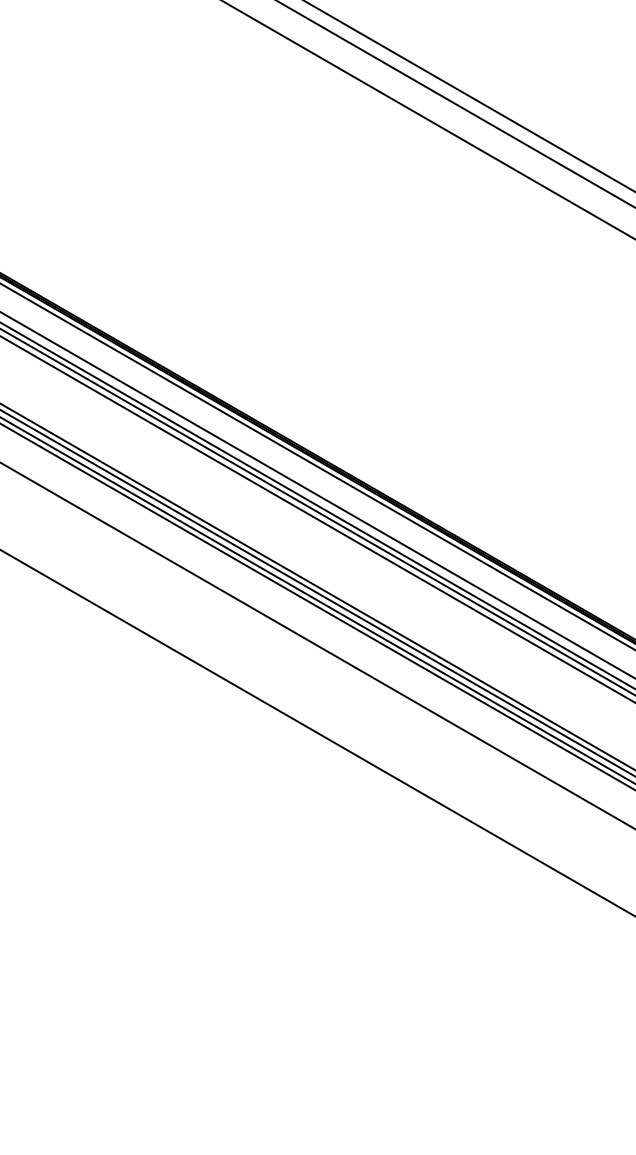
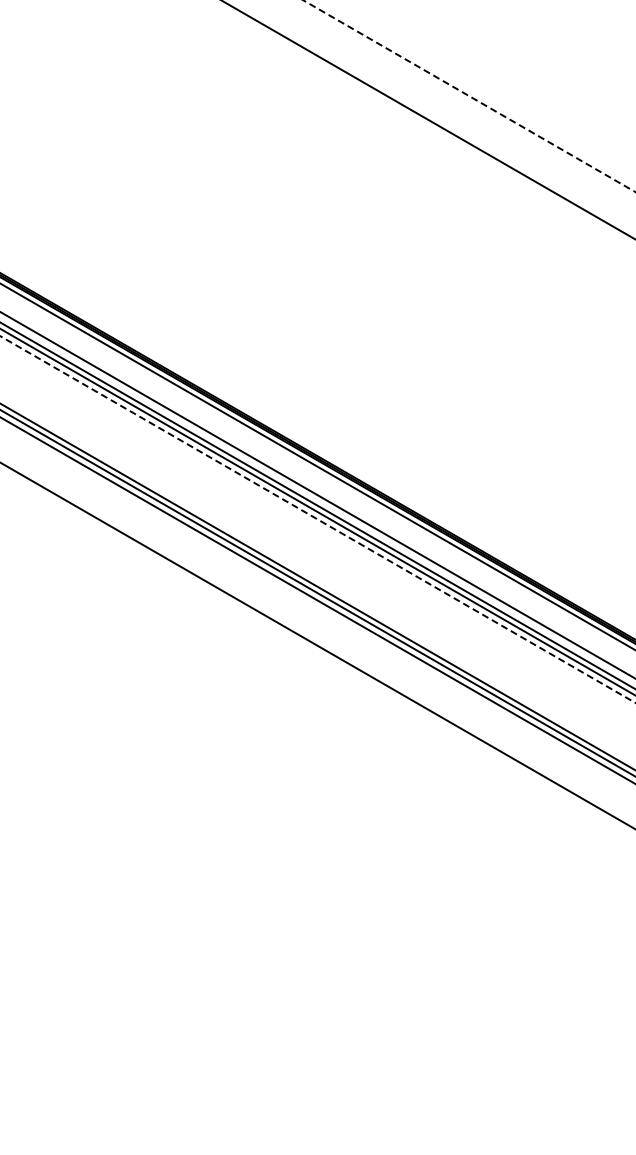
line at (469, 96): solid -> dashed
line at (455, 104): present -> none
line at (317, 519): solid -> dashed
line at (317, 606): present -> none
line at (317, 732): present -> none
